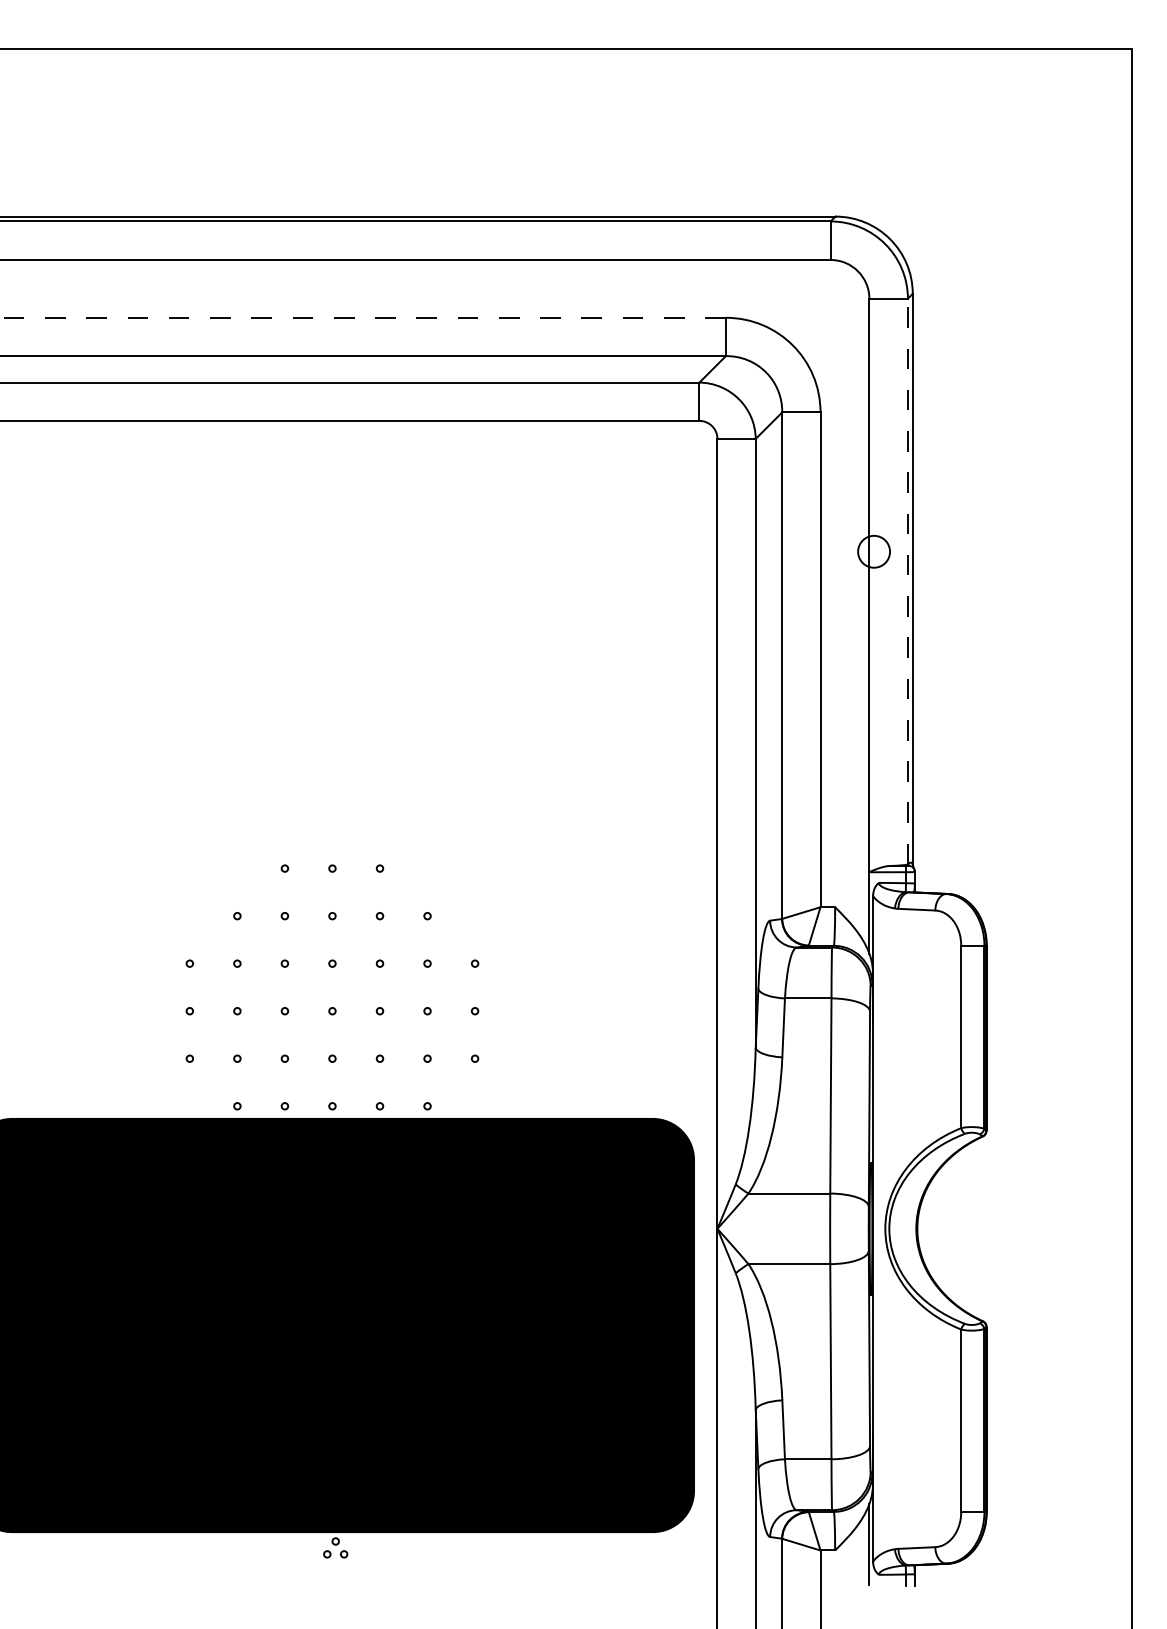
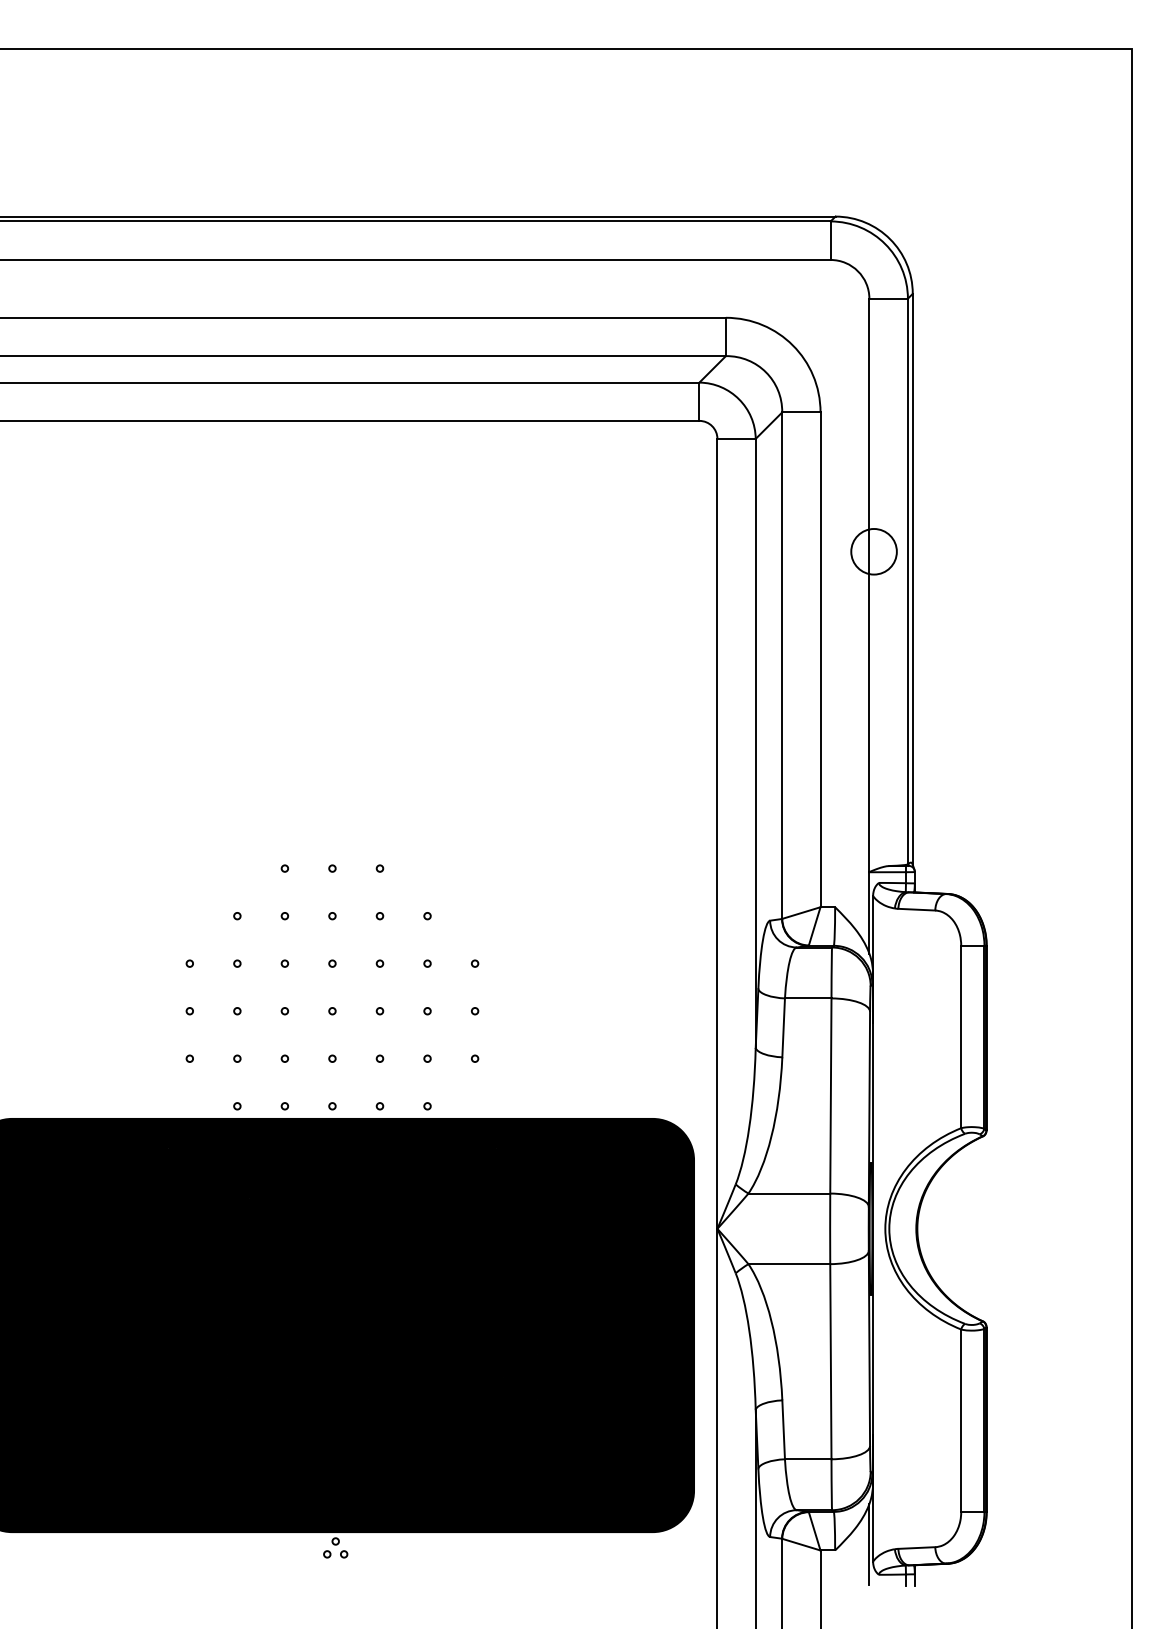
line at (363, 317): dashed -> solid
circle at (874, 551) diameter: 32 px -> 46 px
line at (907, 581): dashed -> solid
